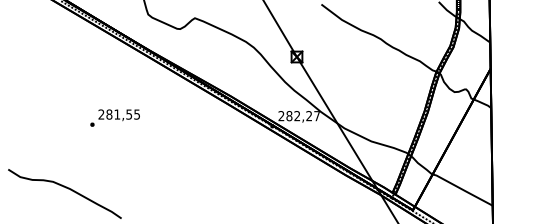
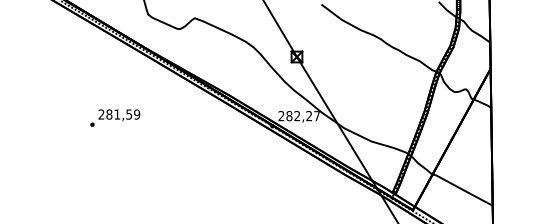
text at (137, 114): 281,55 -> 281,59
curve at (65, 188): present -> none
